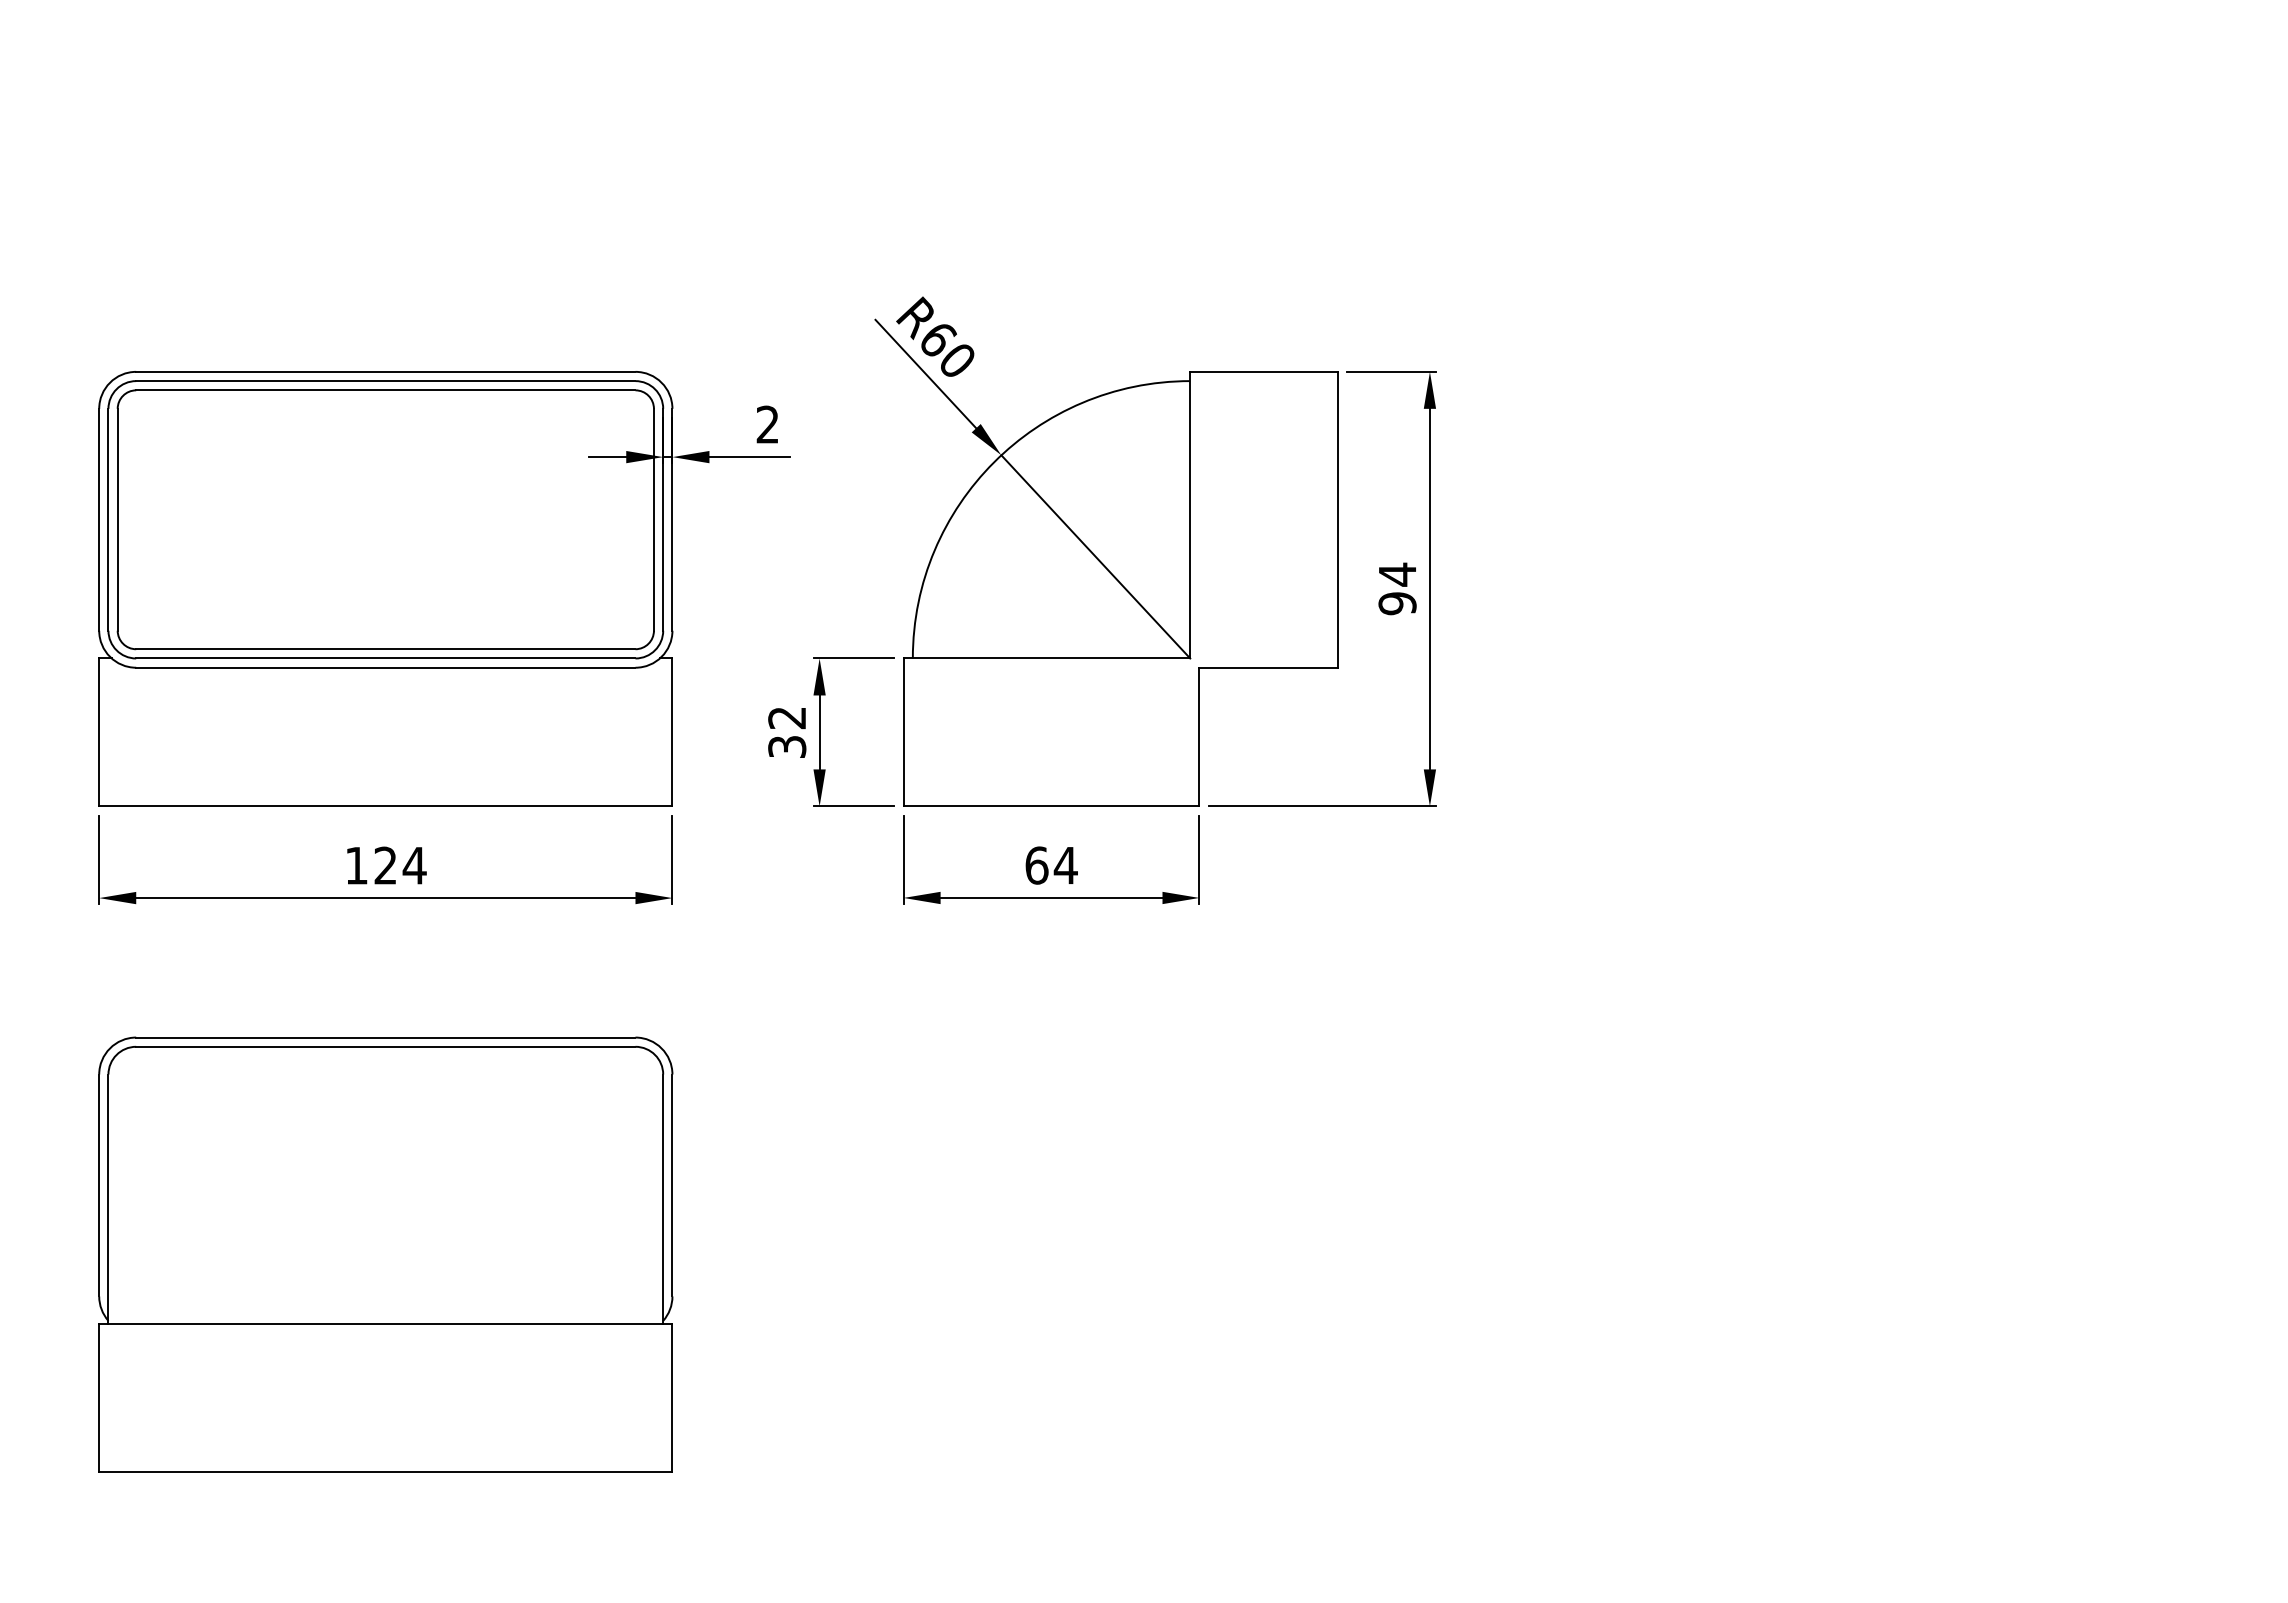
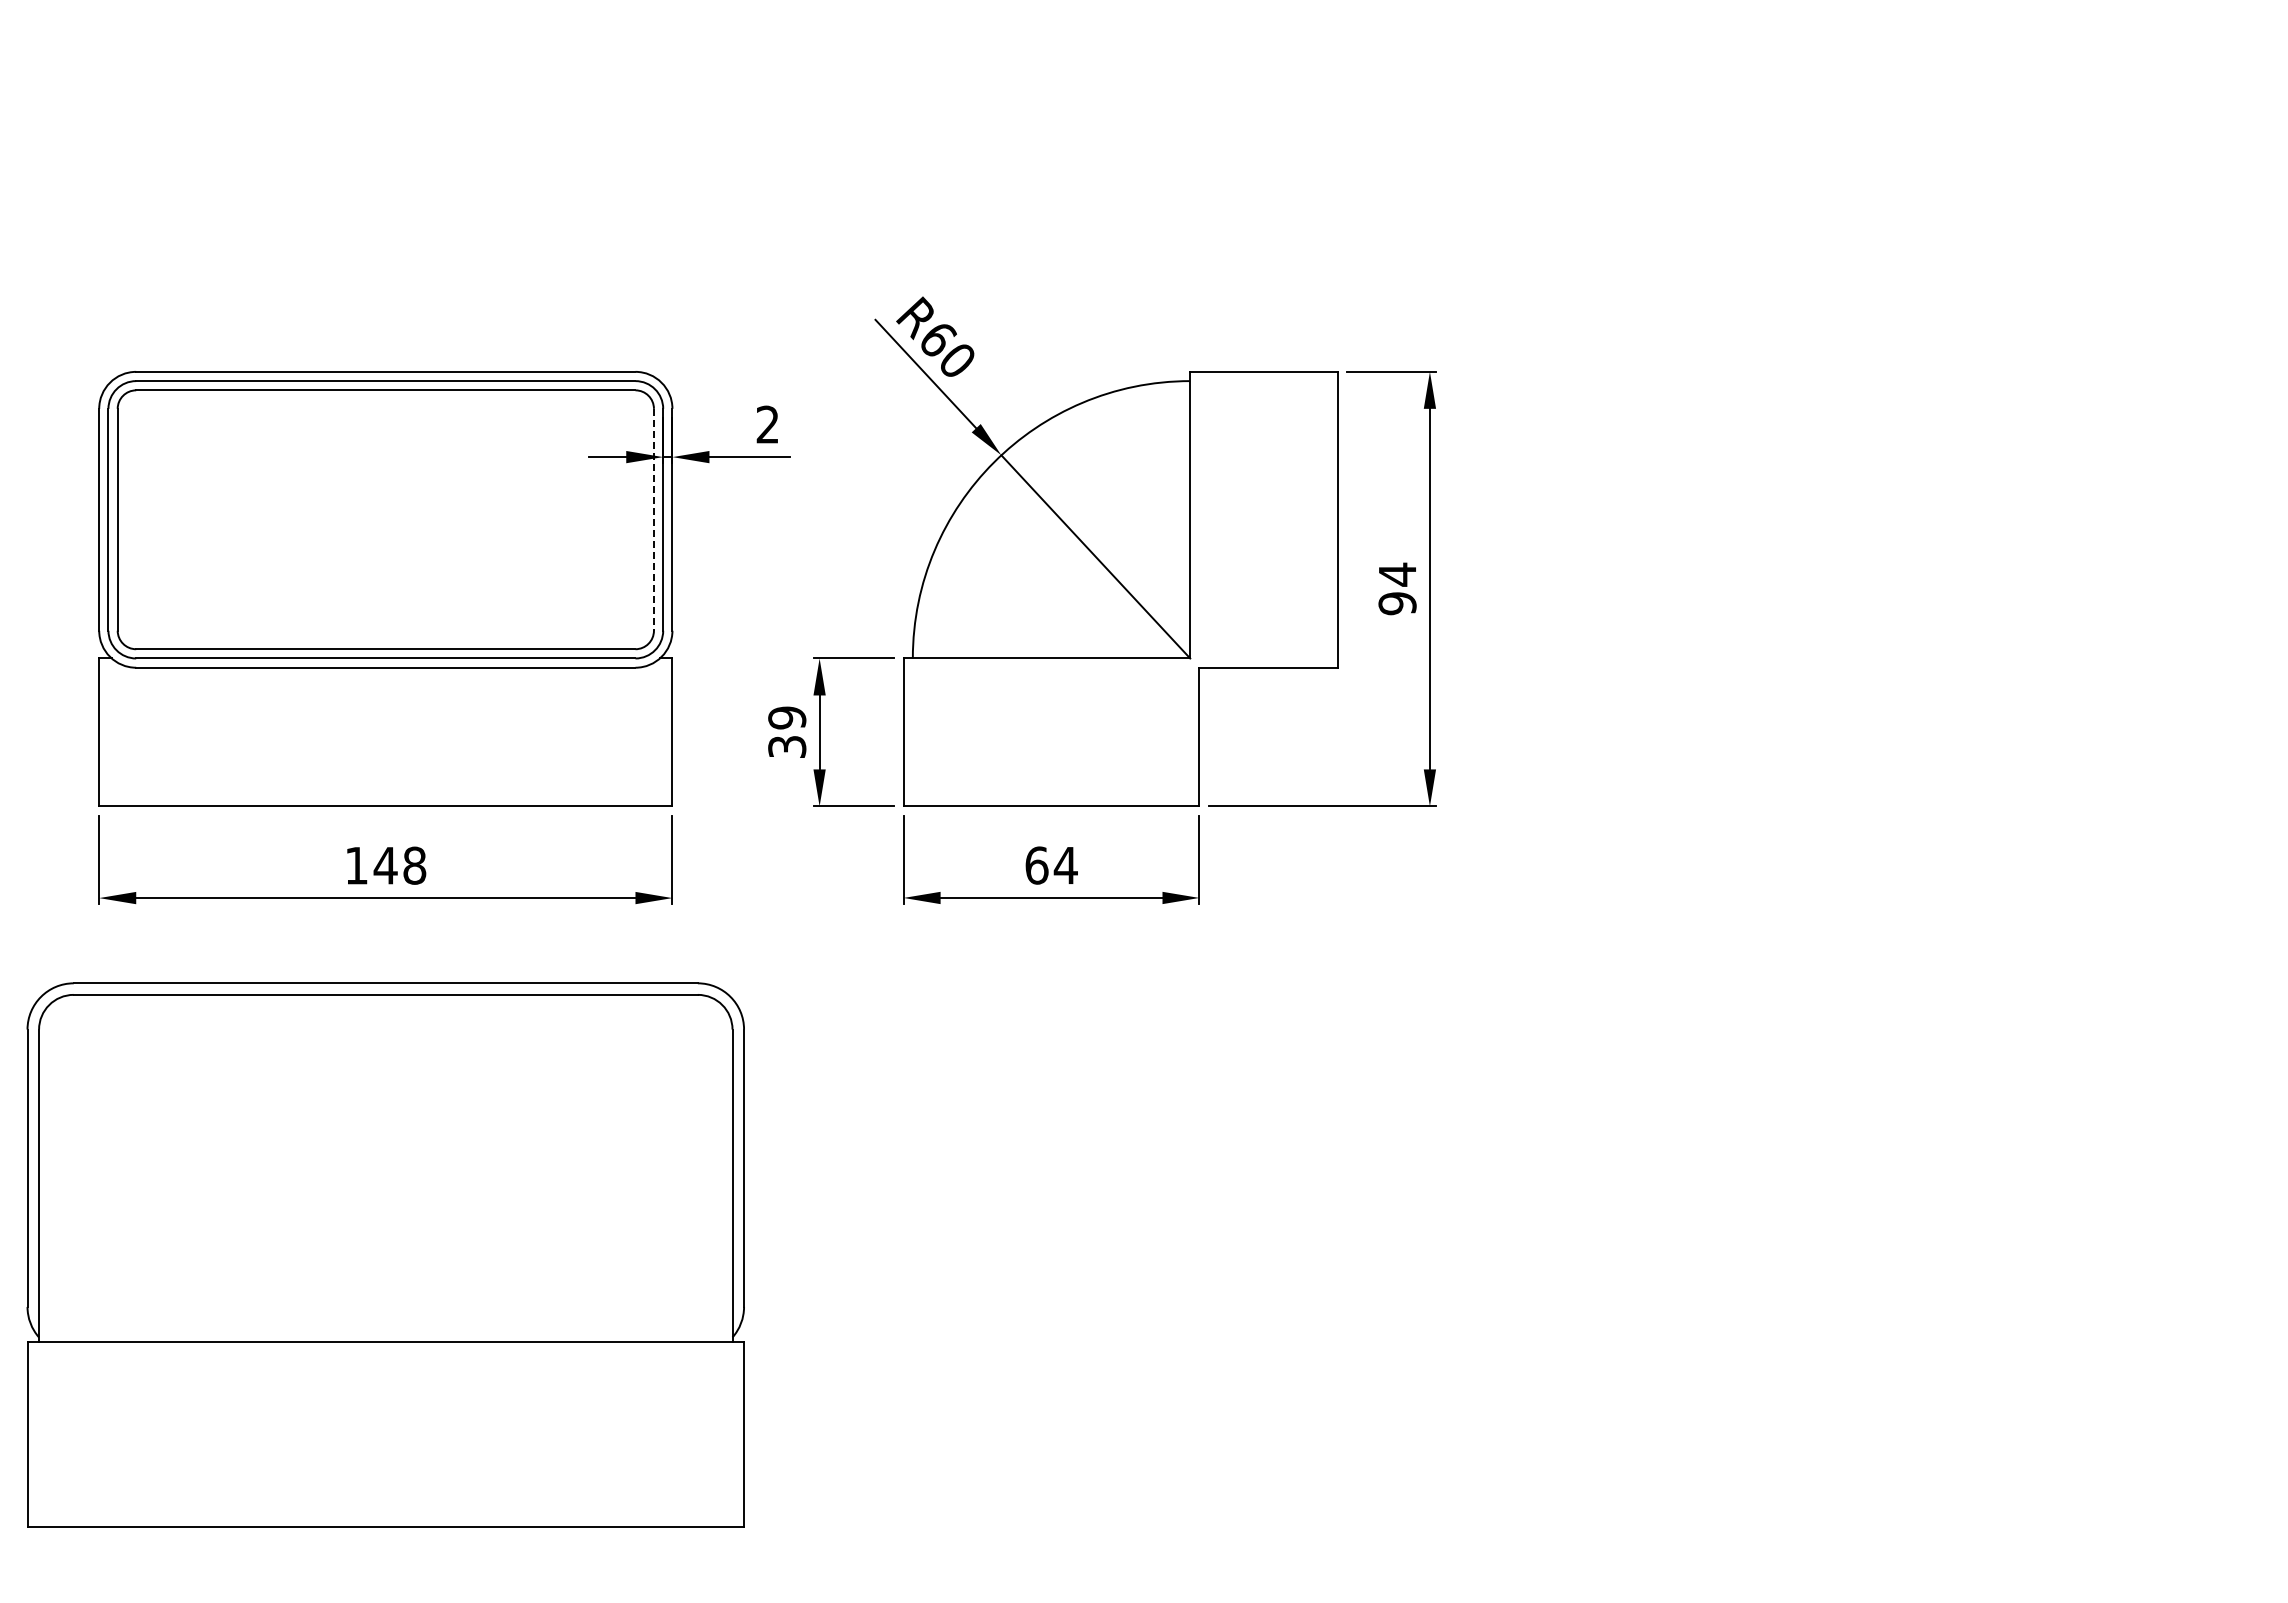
line at (653, 519): solid -> dashed
text at (787, 717): 32 -> 39
text at (399, 865): 124 -> 148
part at (385, 1254) size: 576x437 px -> 719x546 px
